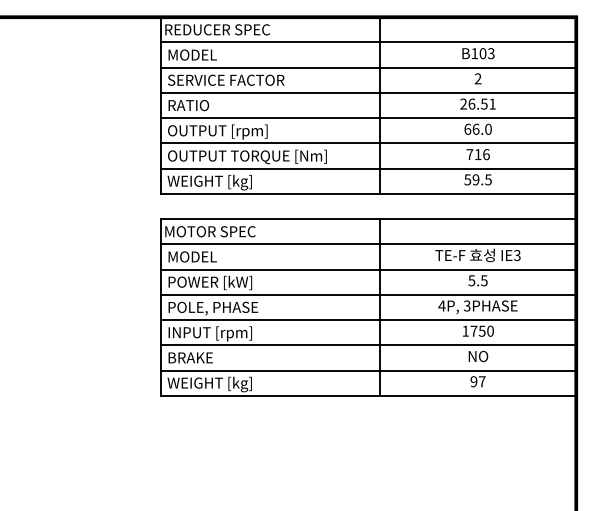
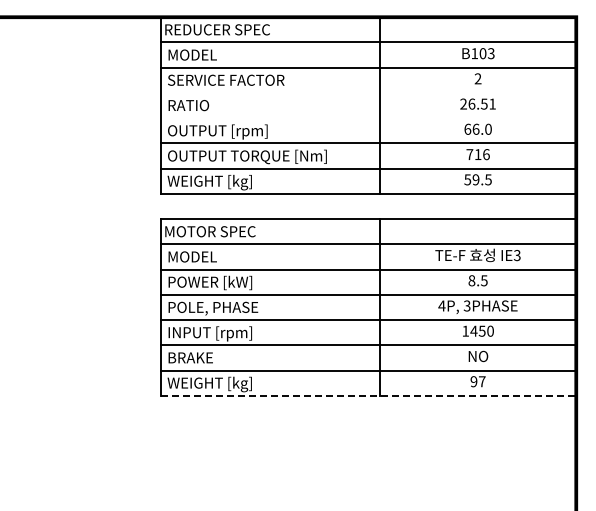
line at (368, 92): present -> none
line at (368, 118): present -> none
text at (471, 280): 5.5 -> 8.5
text at (473, 330): 1750 -> 1450
line at (368, 395): solid -> dashed
